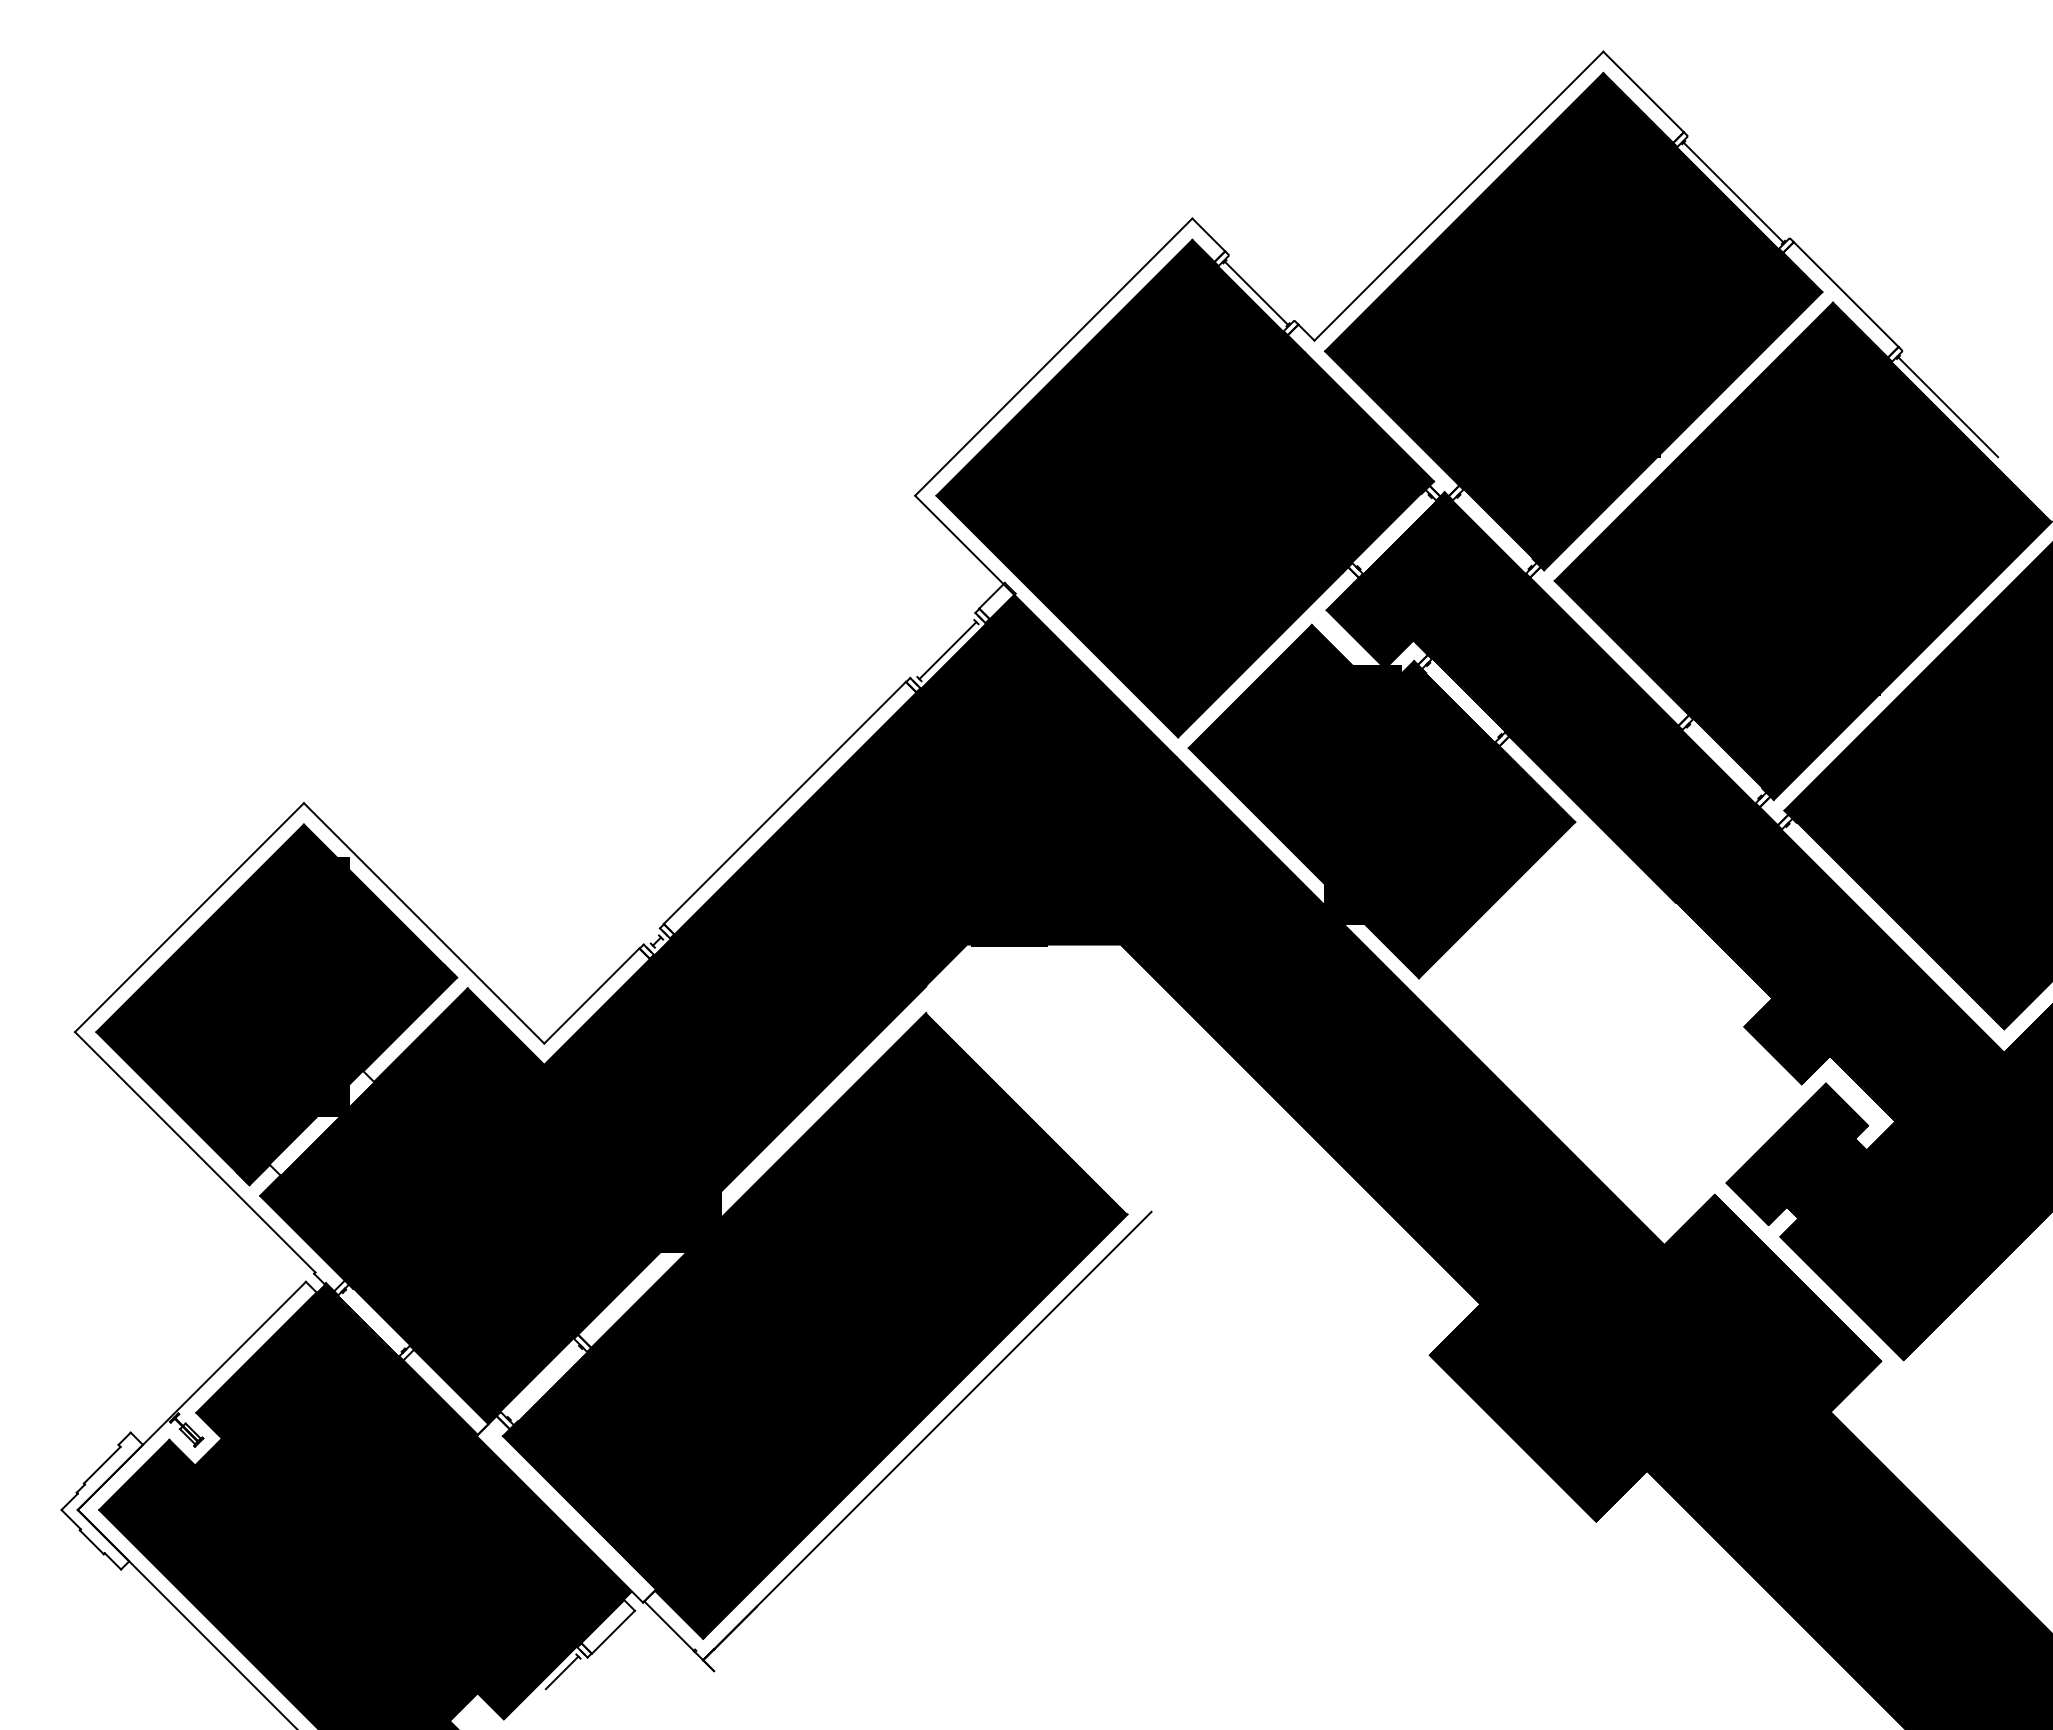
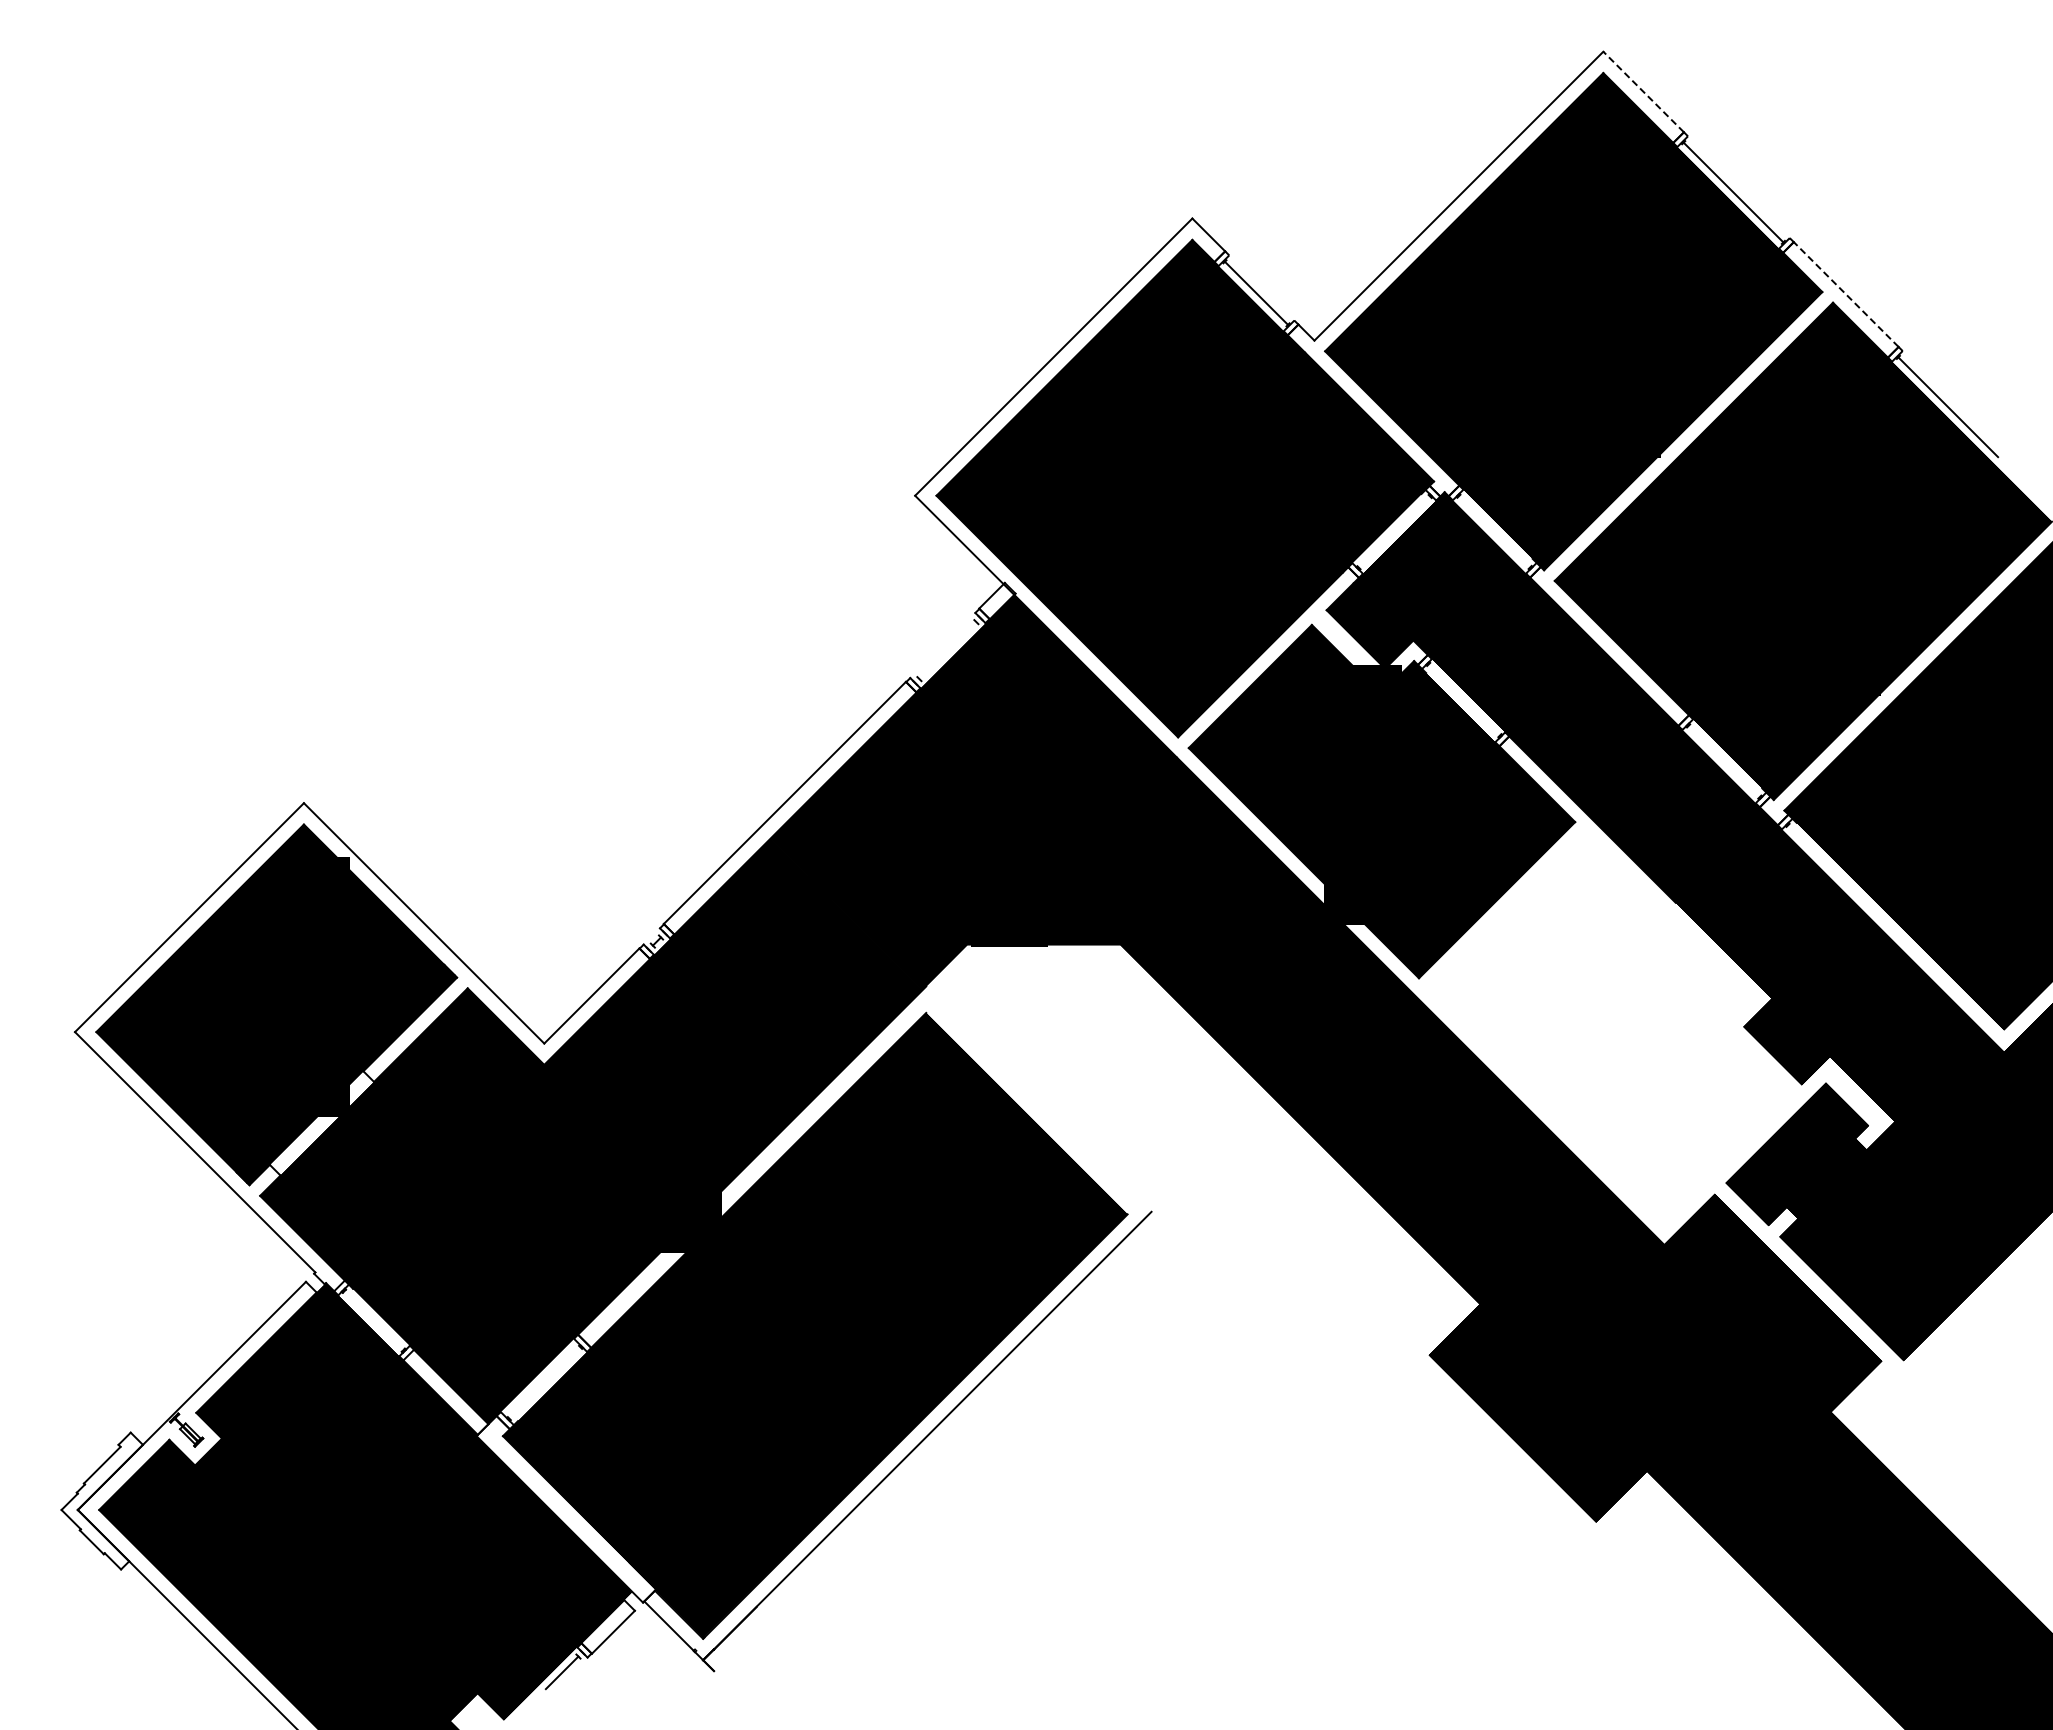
line at (1643, 92): solid -> dashed
line at (1845, 294): solid -> dashed
line at (947, 650): present -> none
